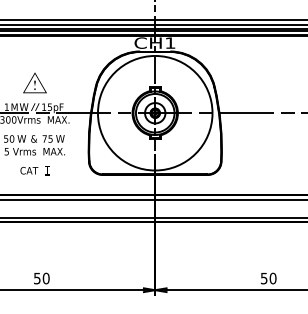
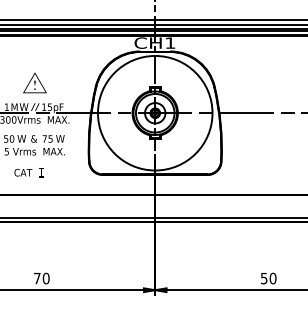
text at (34, 170) position: (34, 170) -> (28, 172)
line at (153, 199): present -> none
text at (37, 278): 50 -> 70
